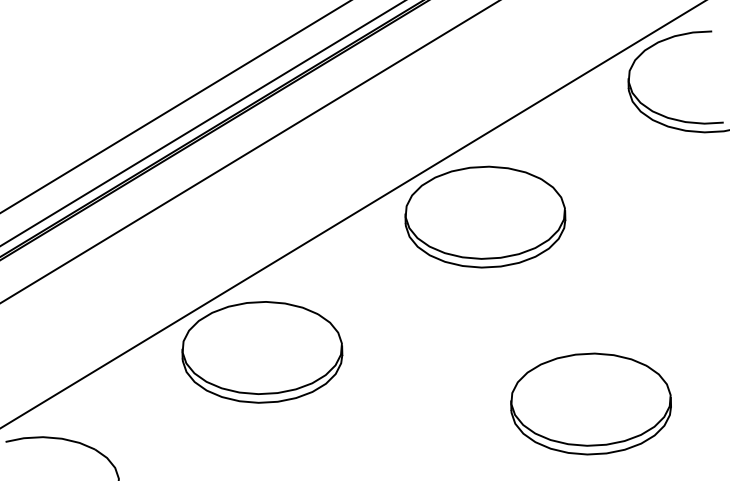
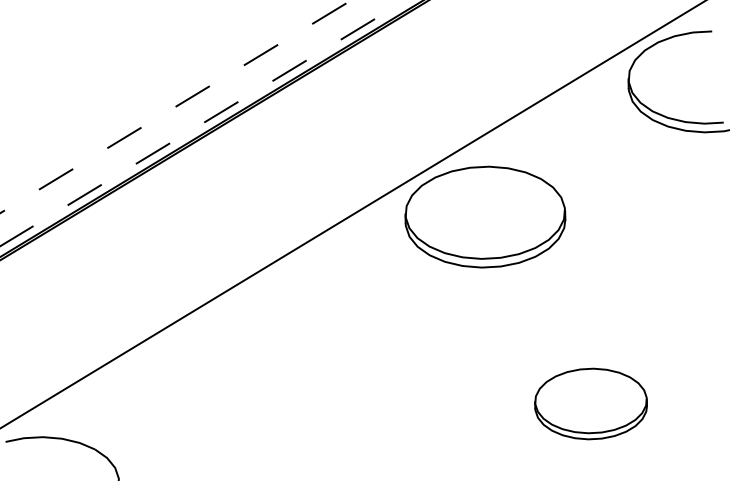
line at (175, 106): solid -> dashed
line at (202, 123): solid -> dashed
line at (249, 152): present -> none
part at (262, 352): present -> none
part at (590, 403) size: 162x104 px -> 114x74 px
